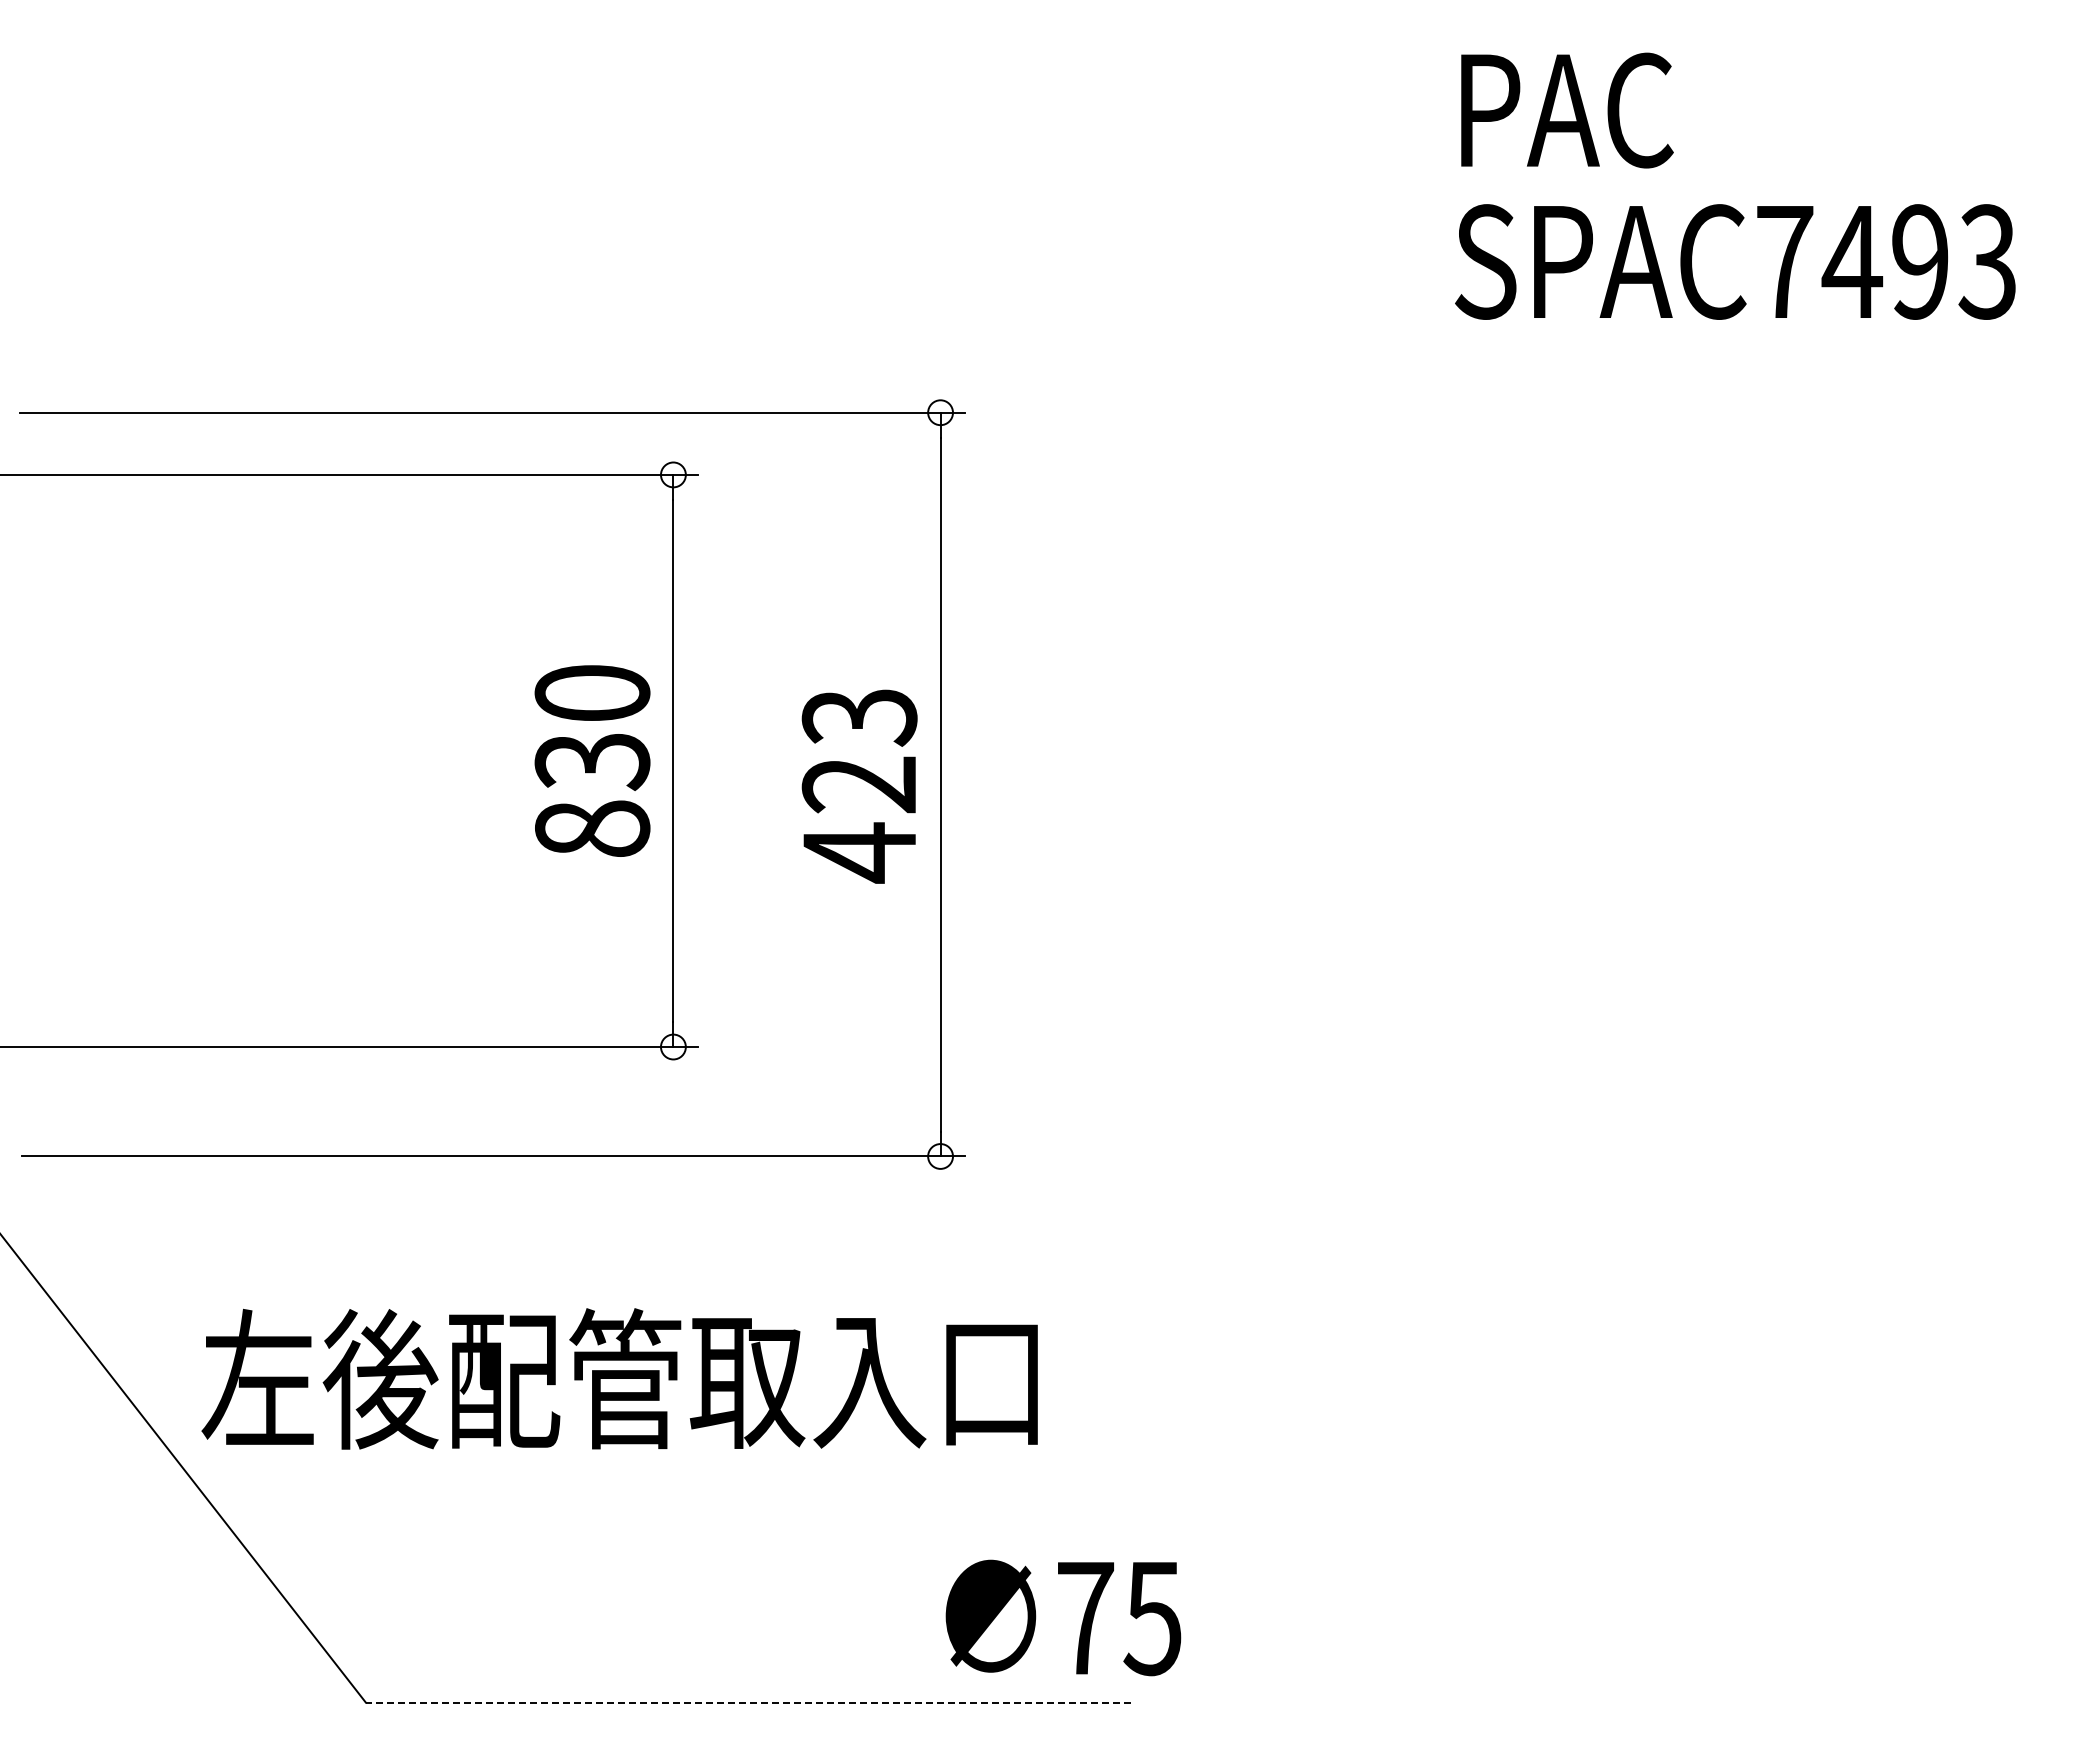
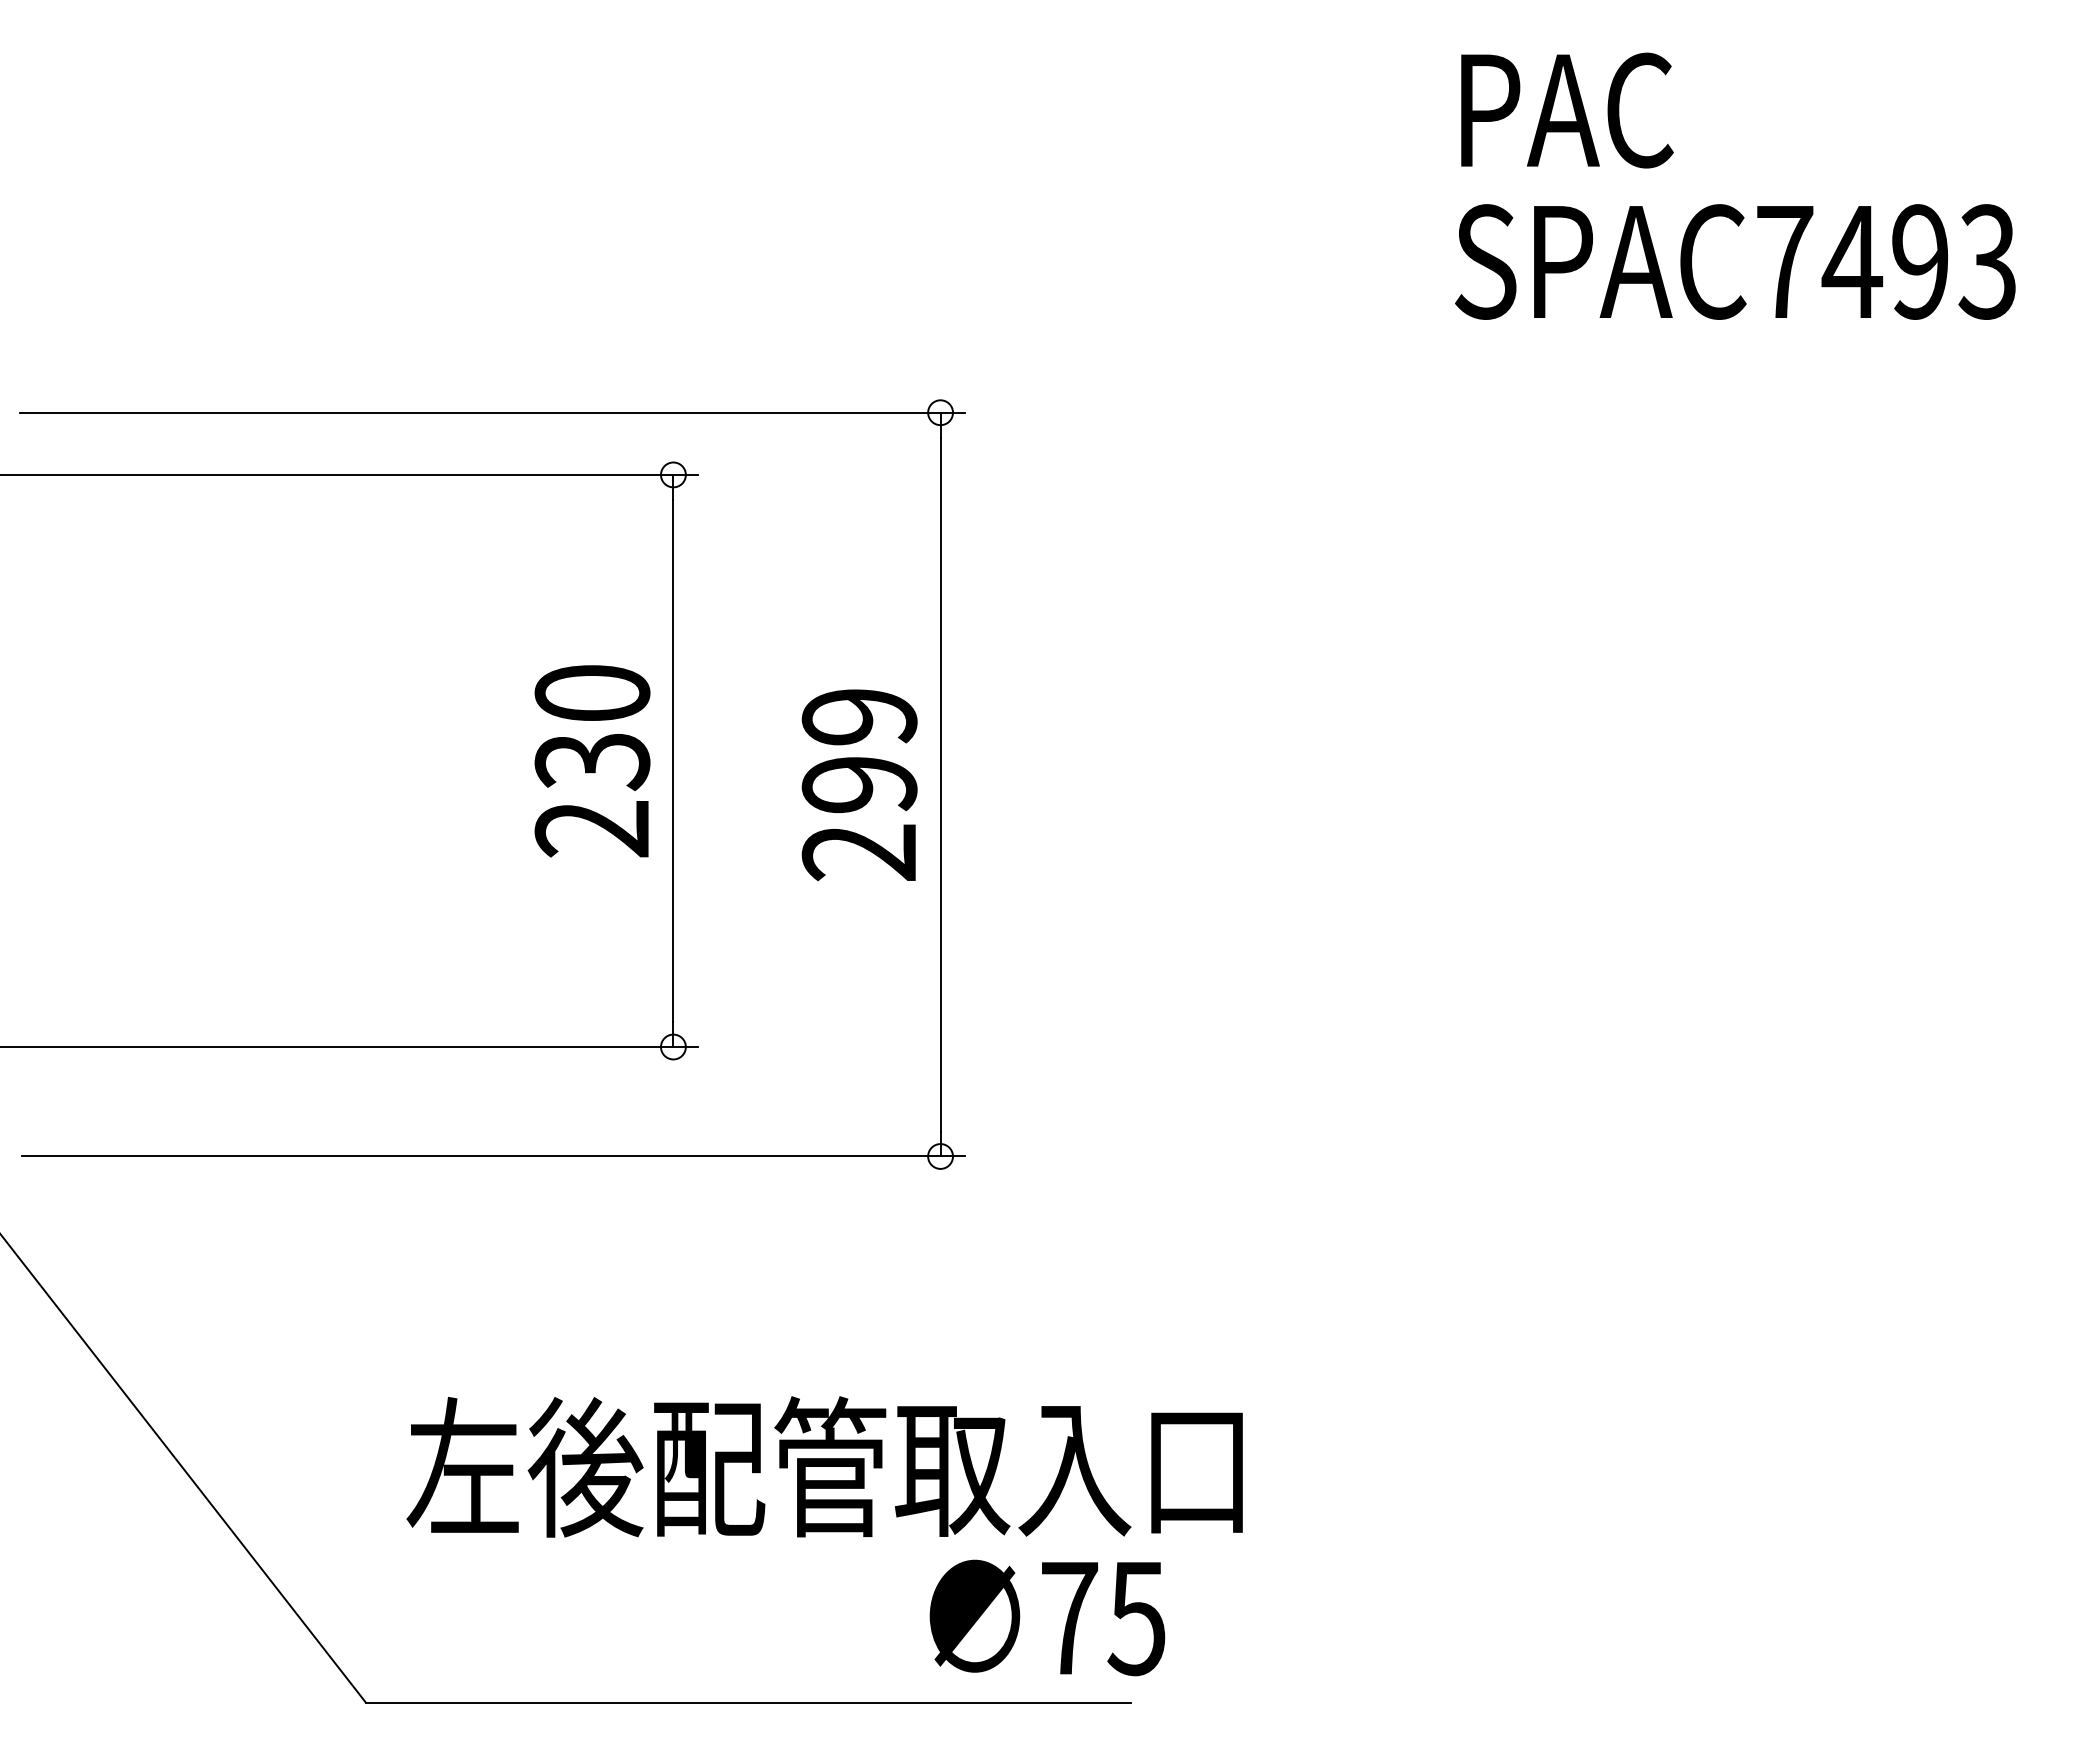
text at (859, 786): 423 -> 299
text at (592, 828): 830 -> 230
text at (619, 1378) position: (619, 1378) -> (824, 1466)
text at (1063, 1617) position: (1063, 1617) -> (1047, 1617)
line at (748, 1703): dashed -> solid
